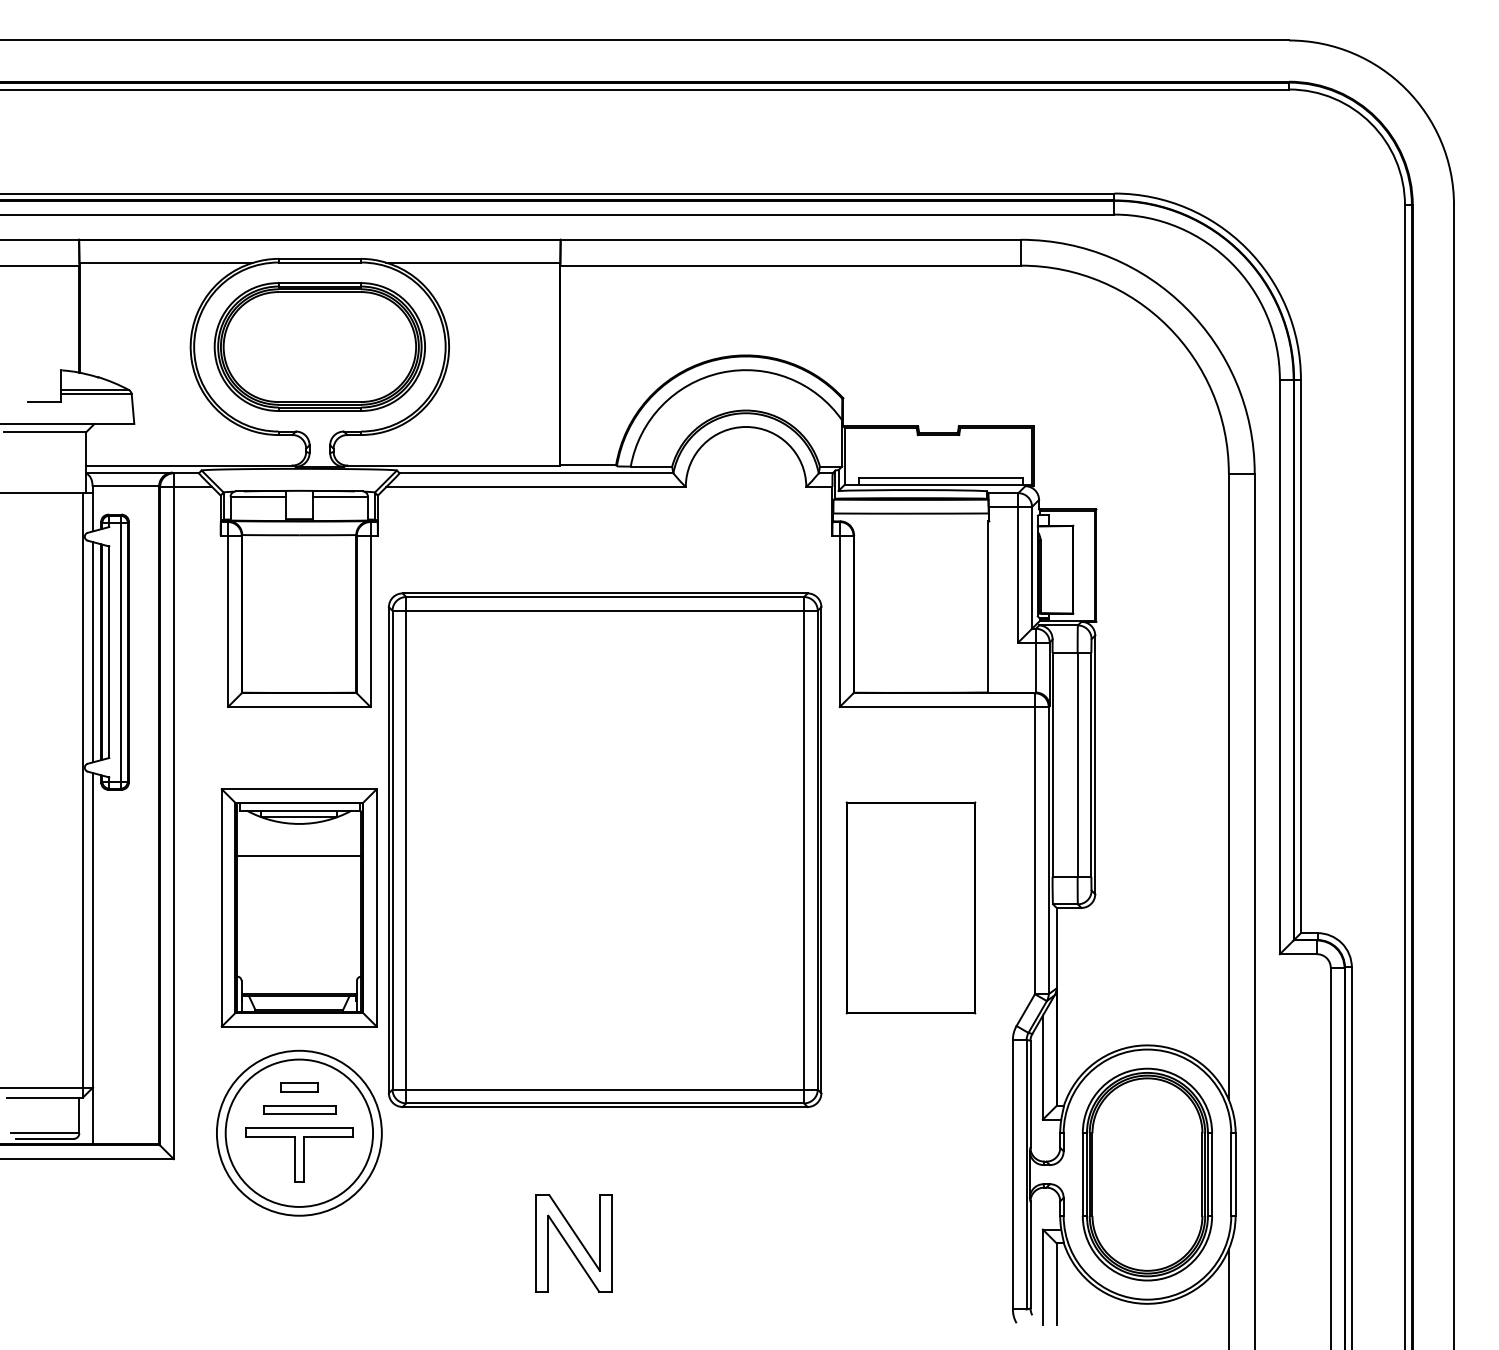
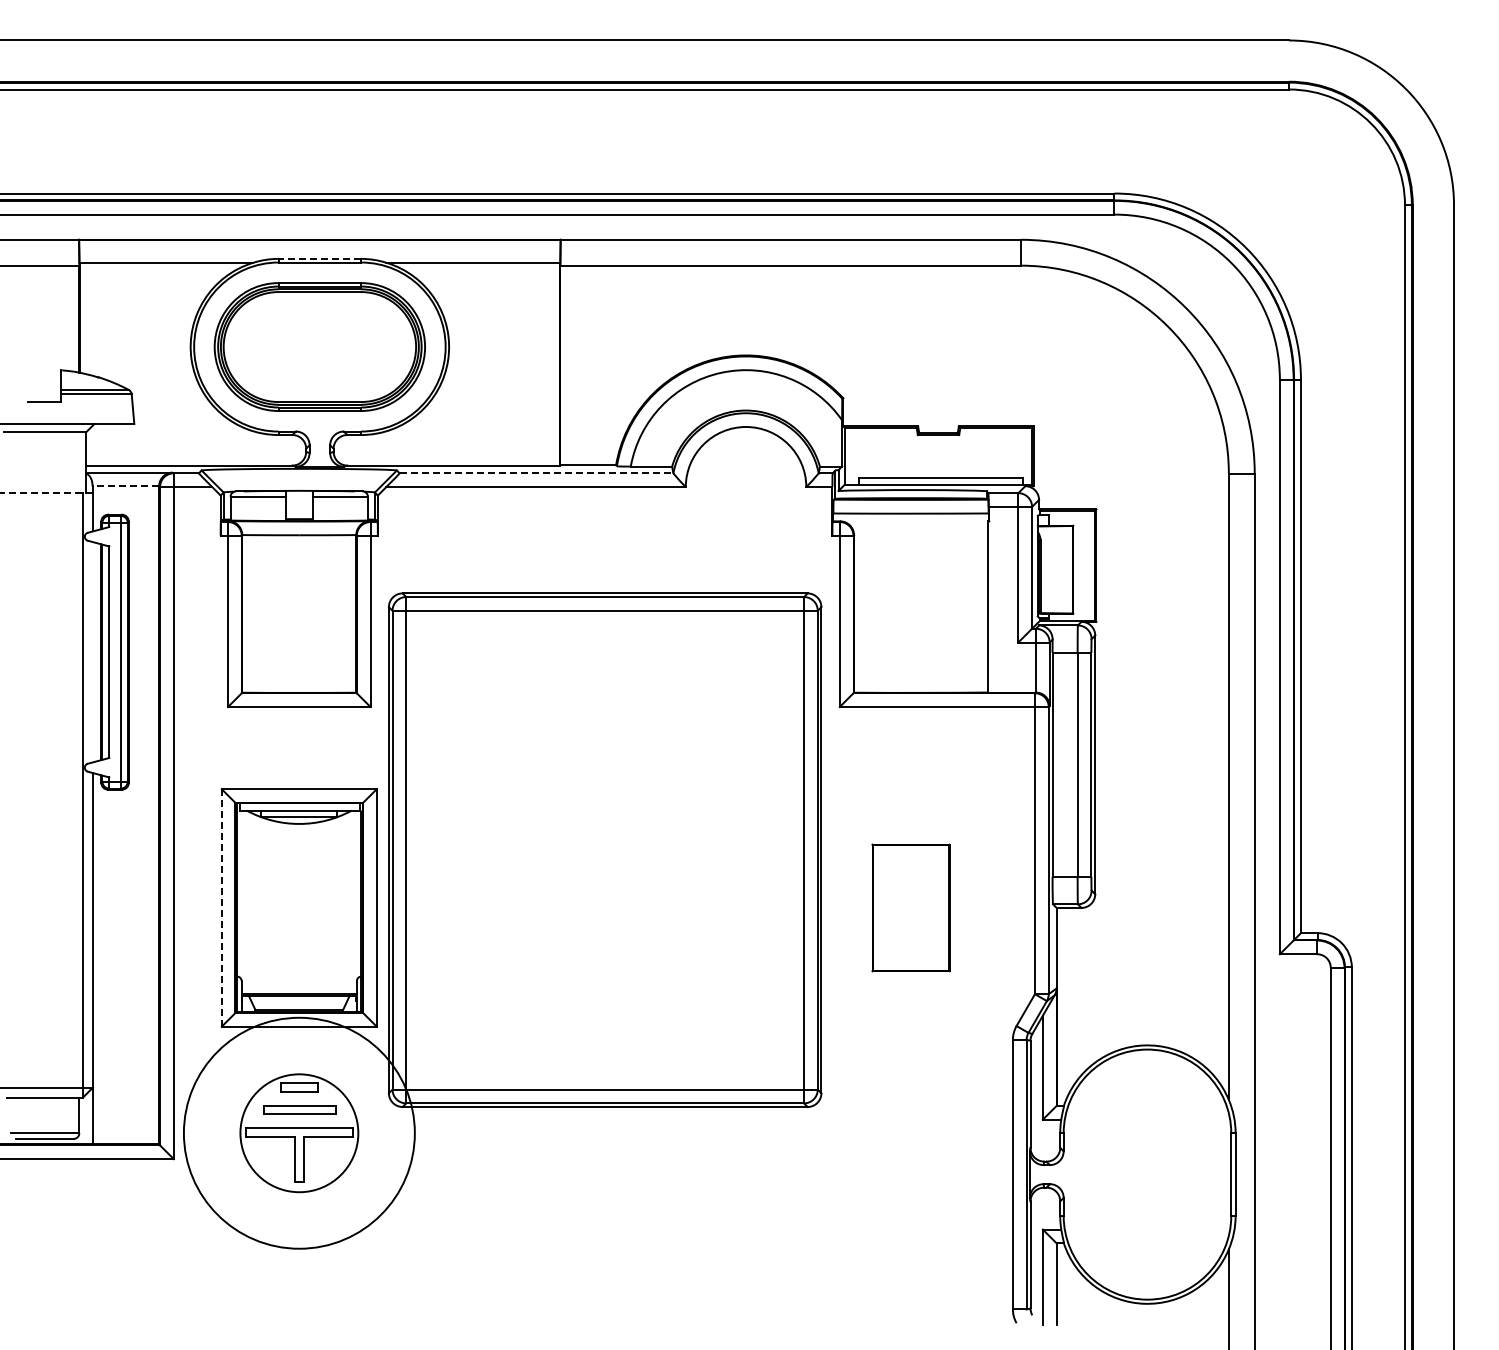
line at (319, 258): solid -> dashed
line at (536, 473): solid -> dashed
line at (125, 486): solid -> dashed
line at (46, 492): solid -> dashed
line at (93, 652): present -> none
line at (299, 855): present -> none
line at (221, 907): solid -> dashed
part at (910, 907) size: 132x214 px -> 80x130 px
circle at (298, 1132) diameter: 165 px -> 231 px
circle at (299, 1132) diameter: 147 px -> 118 px
part at (1146, 1174): present -> none
part at (573, 1243): present -> none
